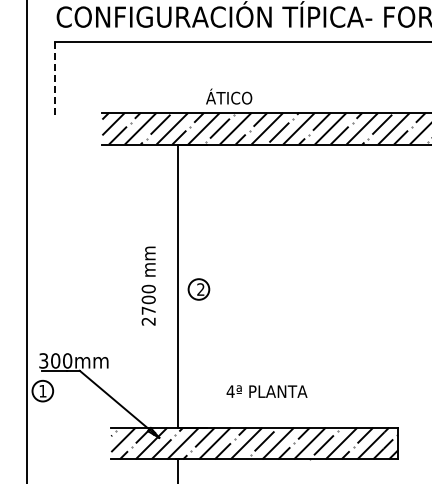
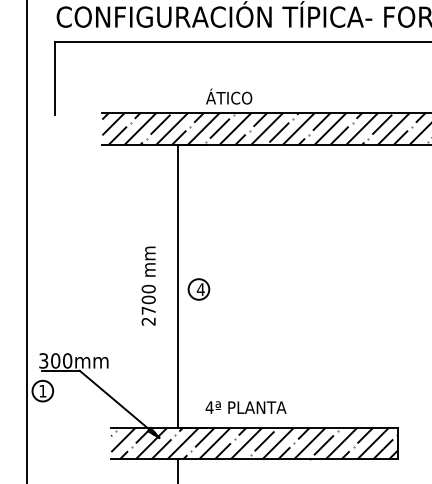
line at (55, 78): dashed -> solid
text at (200, 289): 2 -> 4
text at (266, 391) position: (266, 391) -> (245, 407)
